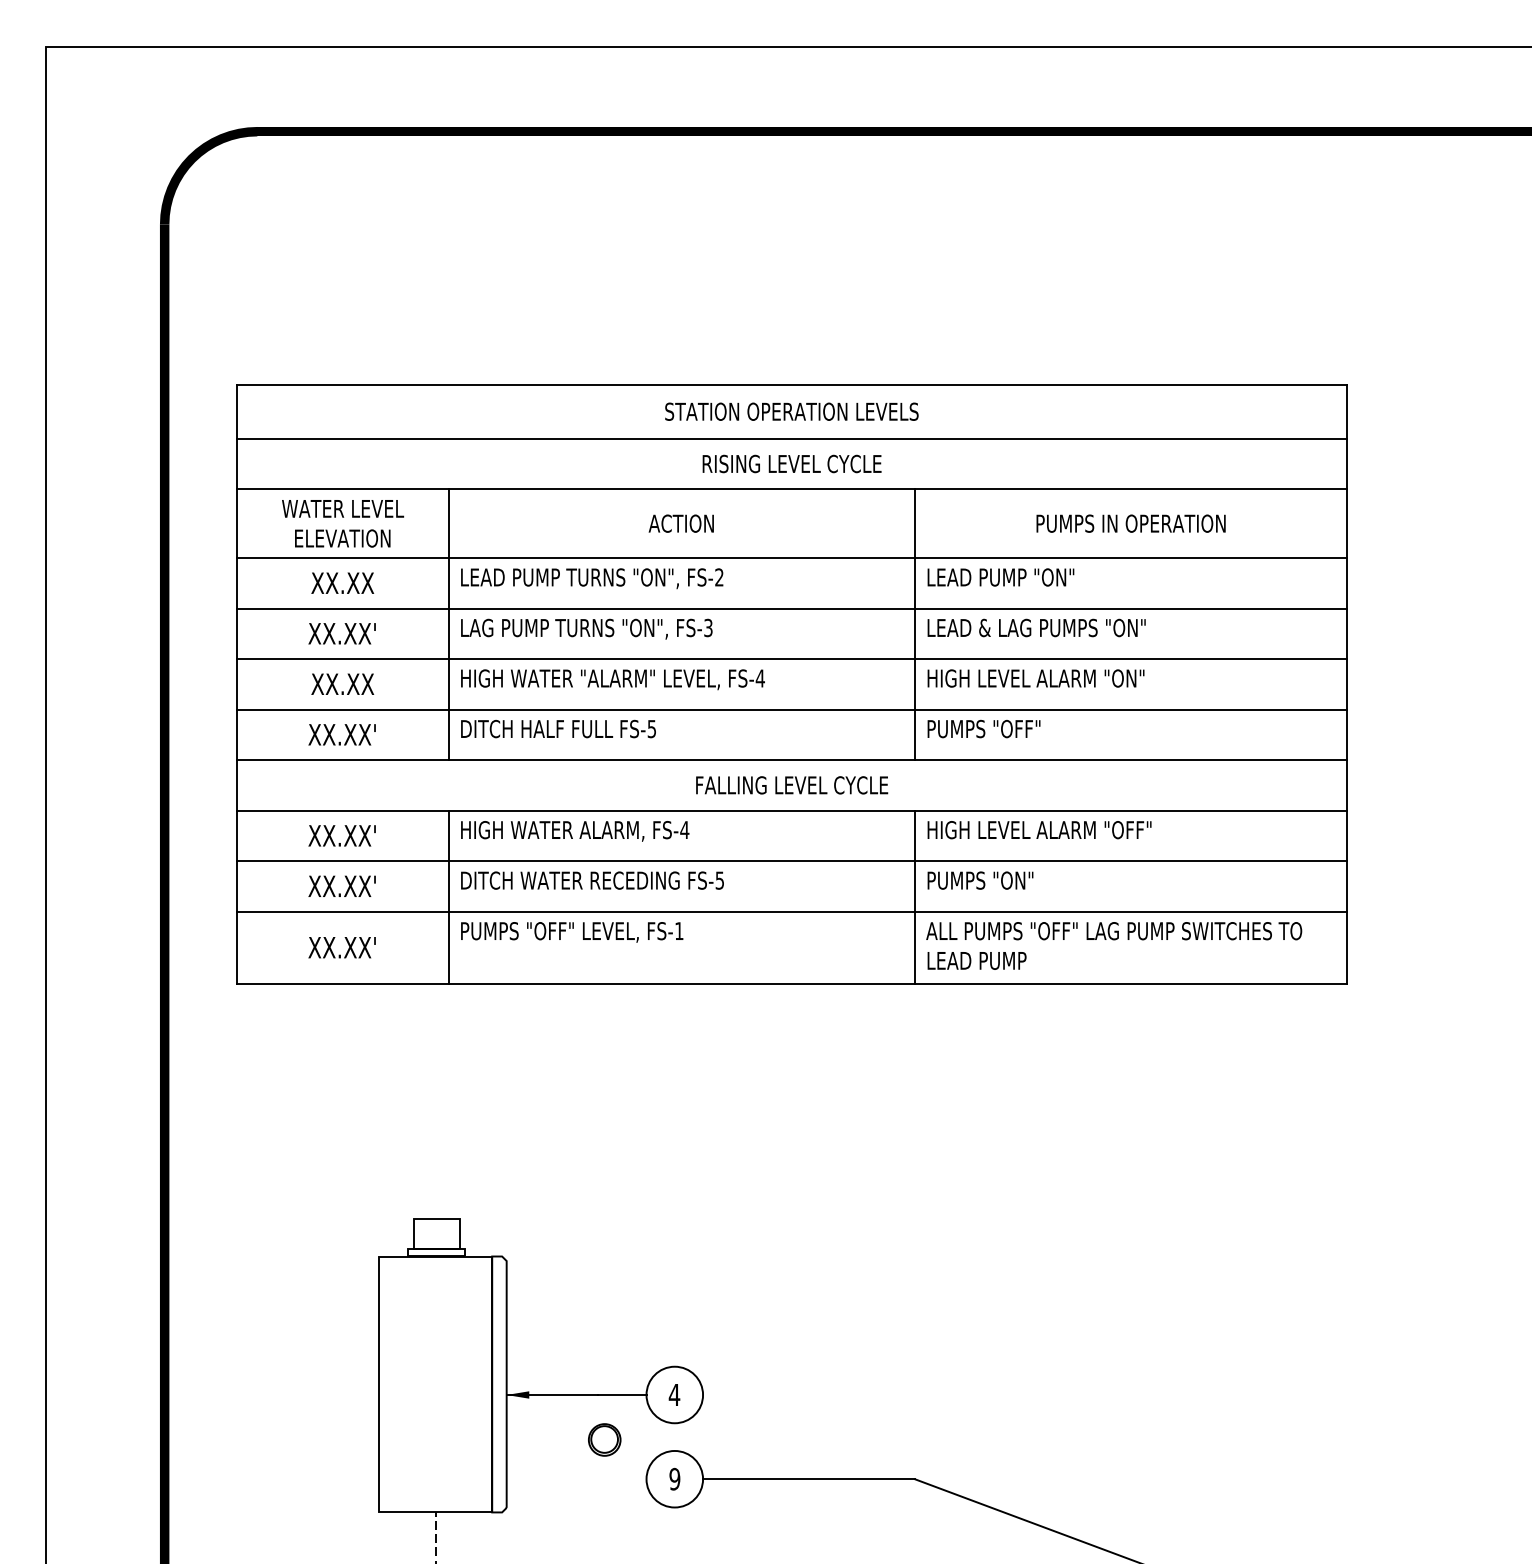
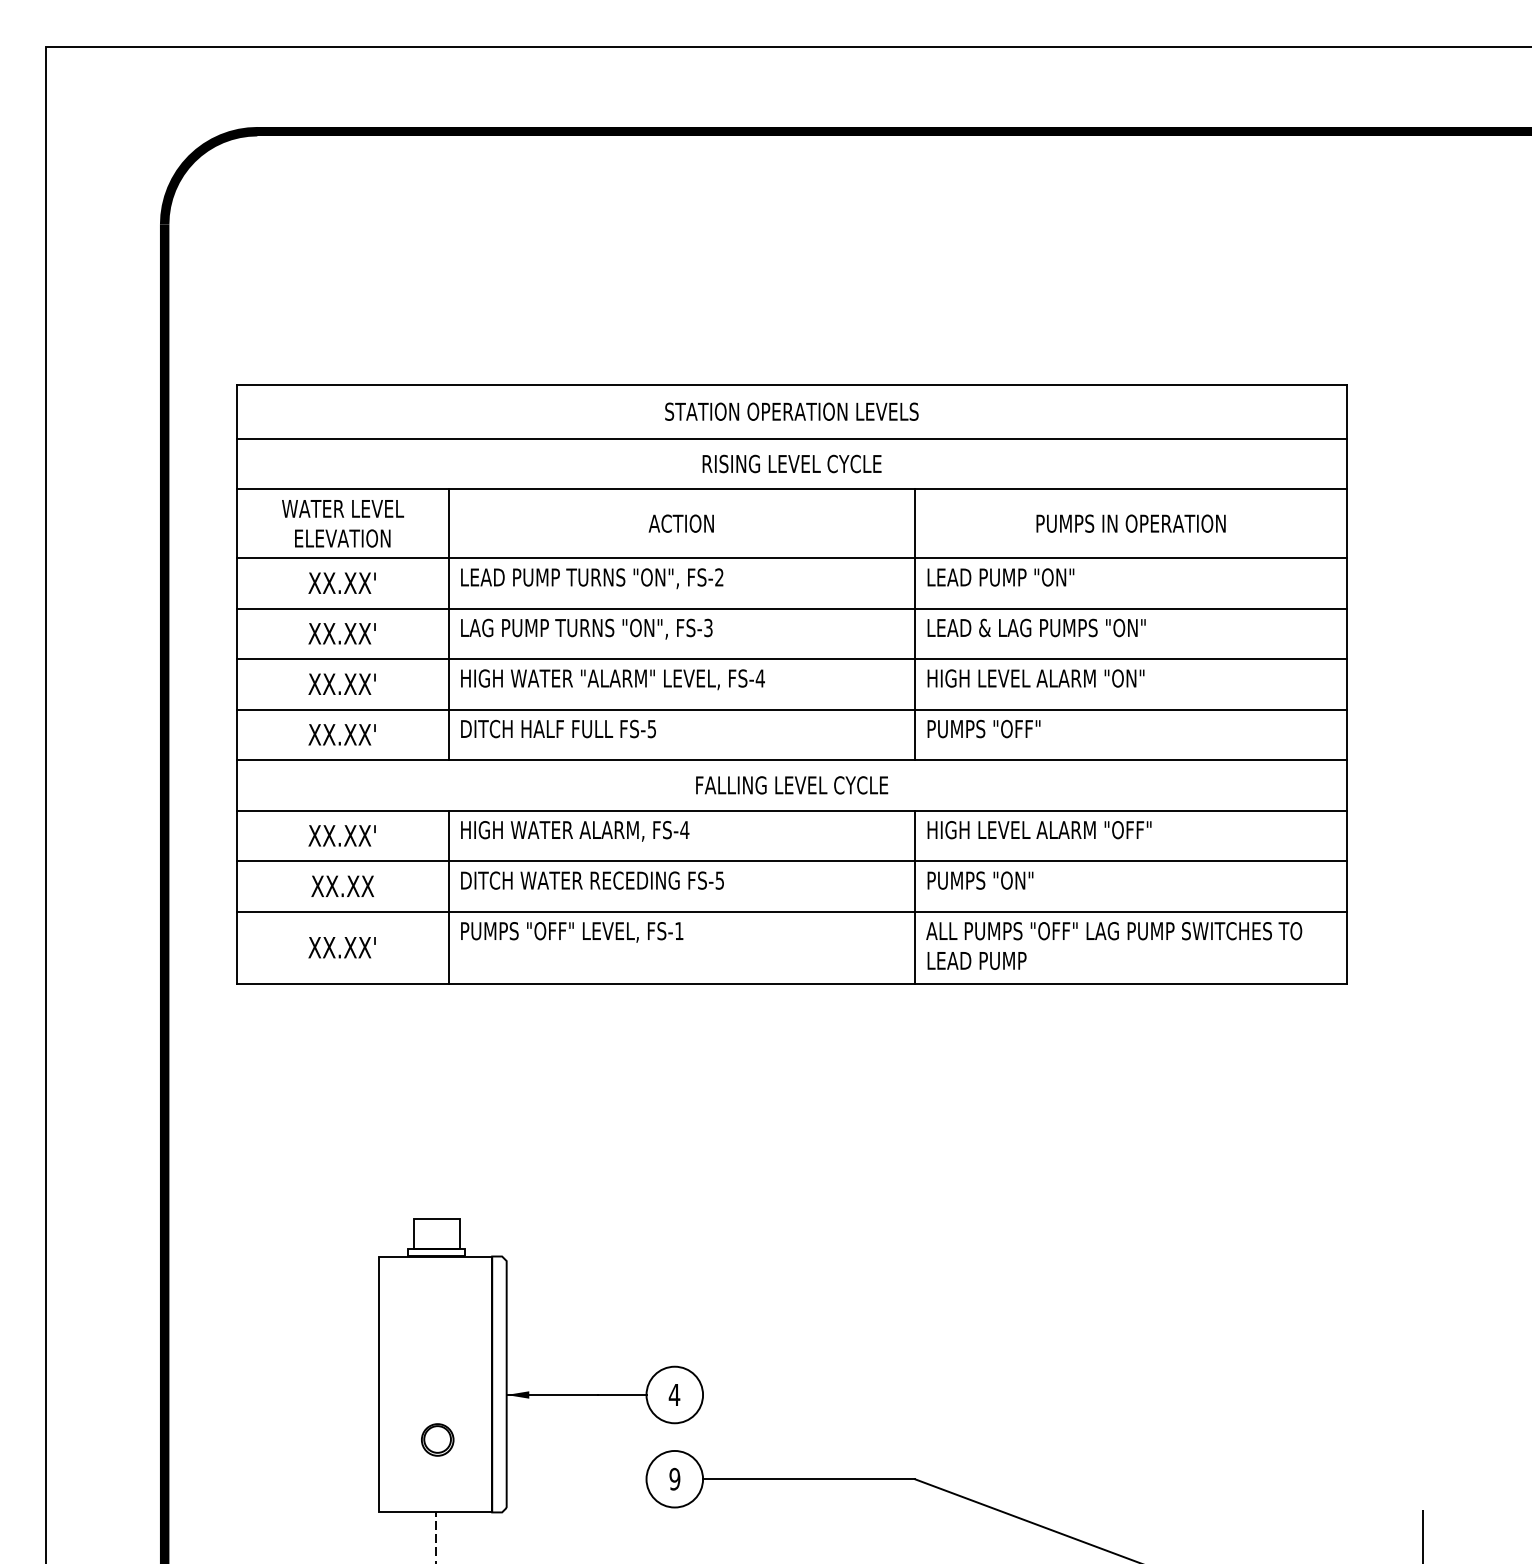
text at (341, 582): XX.XX -> XX.XX'
text at (341, 683): XX.XX -> XX.XX'
text at (341, 885): XX.XX' -> XX.XX
part at (604, 1439) position: (604, 1439) -> (437, 1439)
line at (1423, 1534): none -> present
